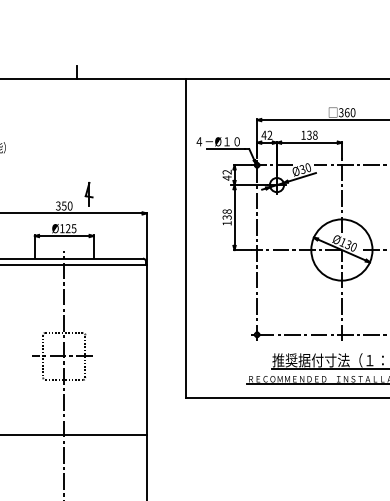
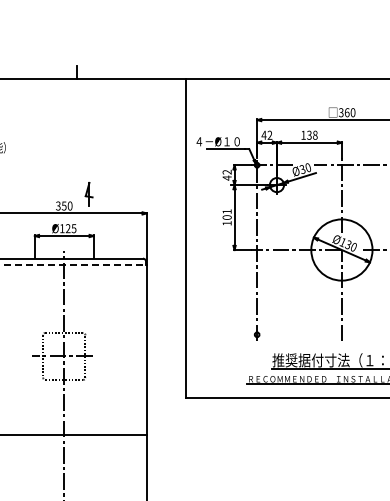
text at (226, 214): 138 -> 101
line at (73, 265): solid -> dashed
line at (318, 334): present -> none
